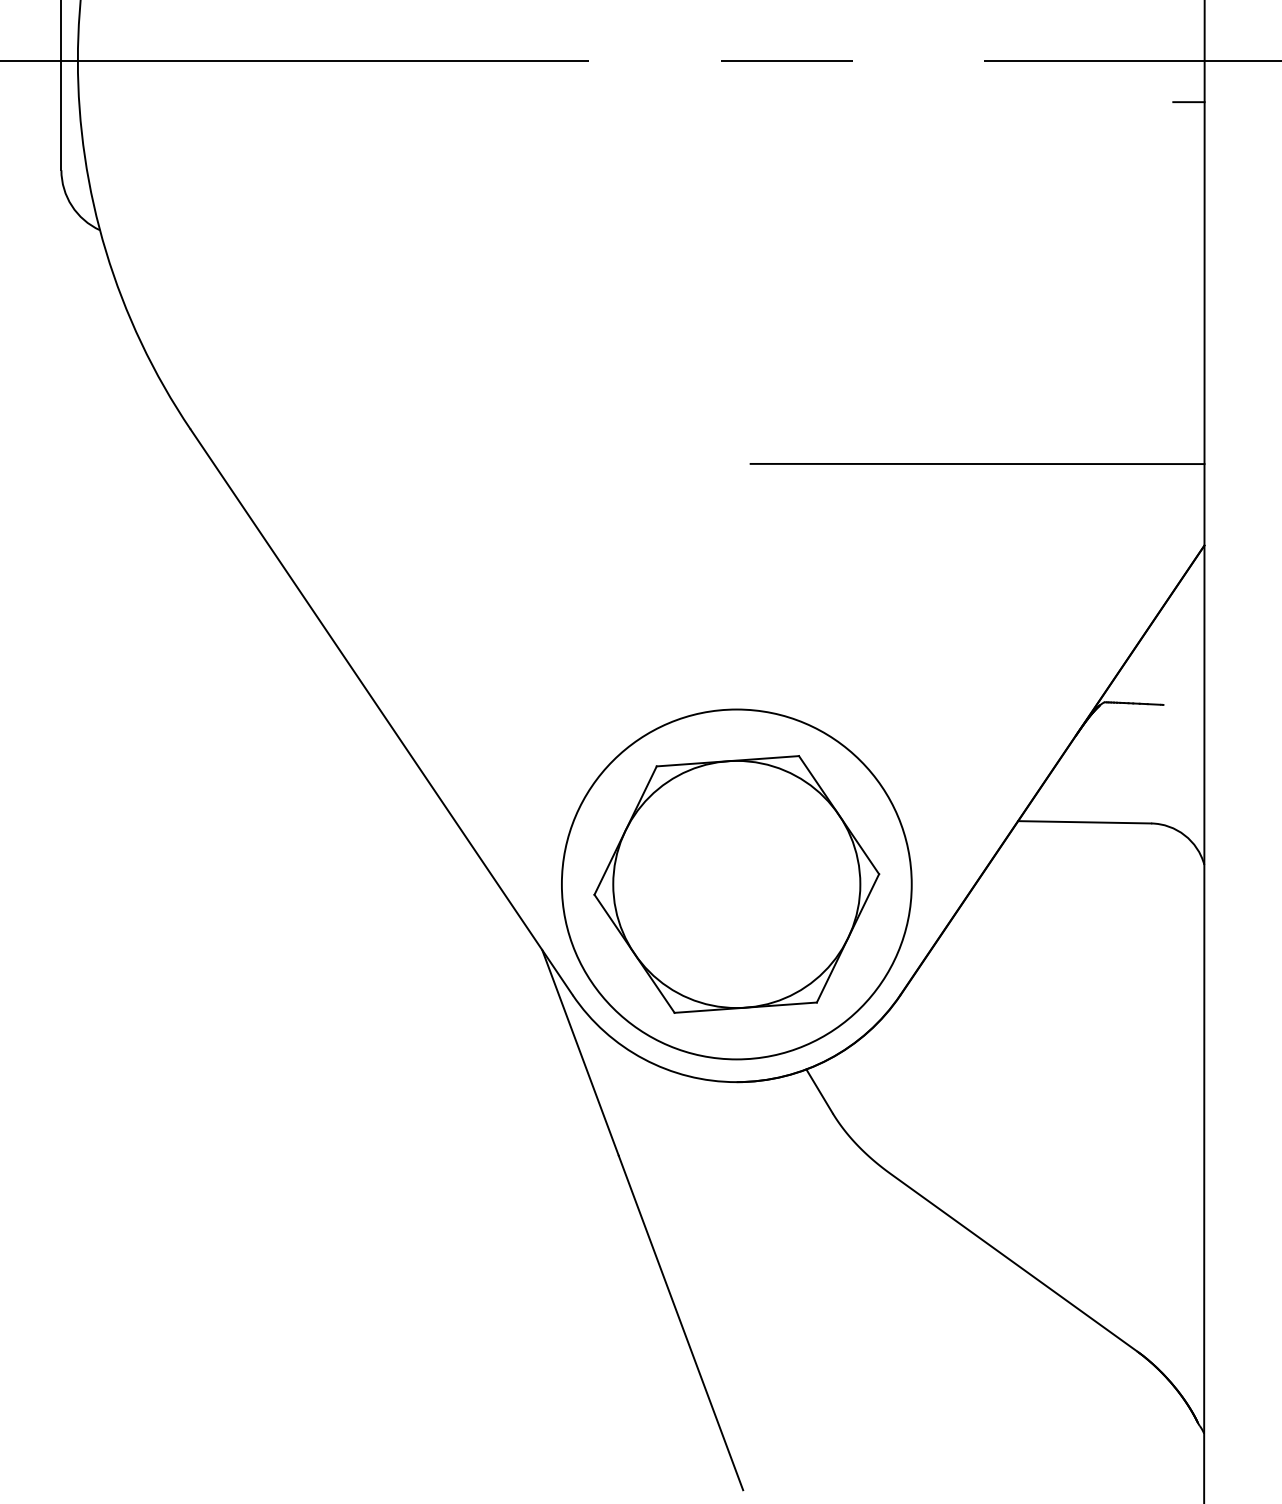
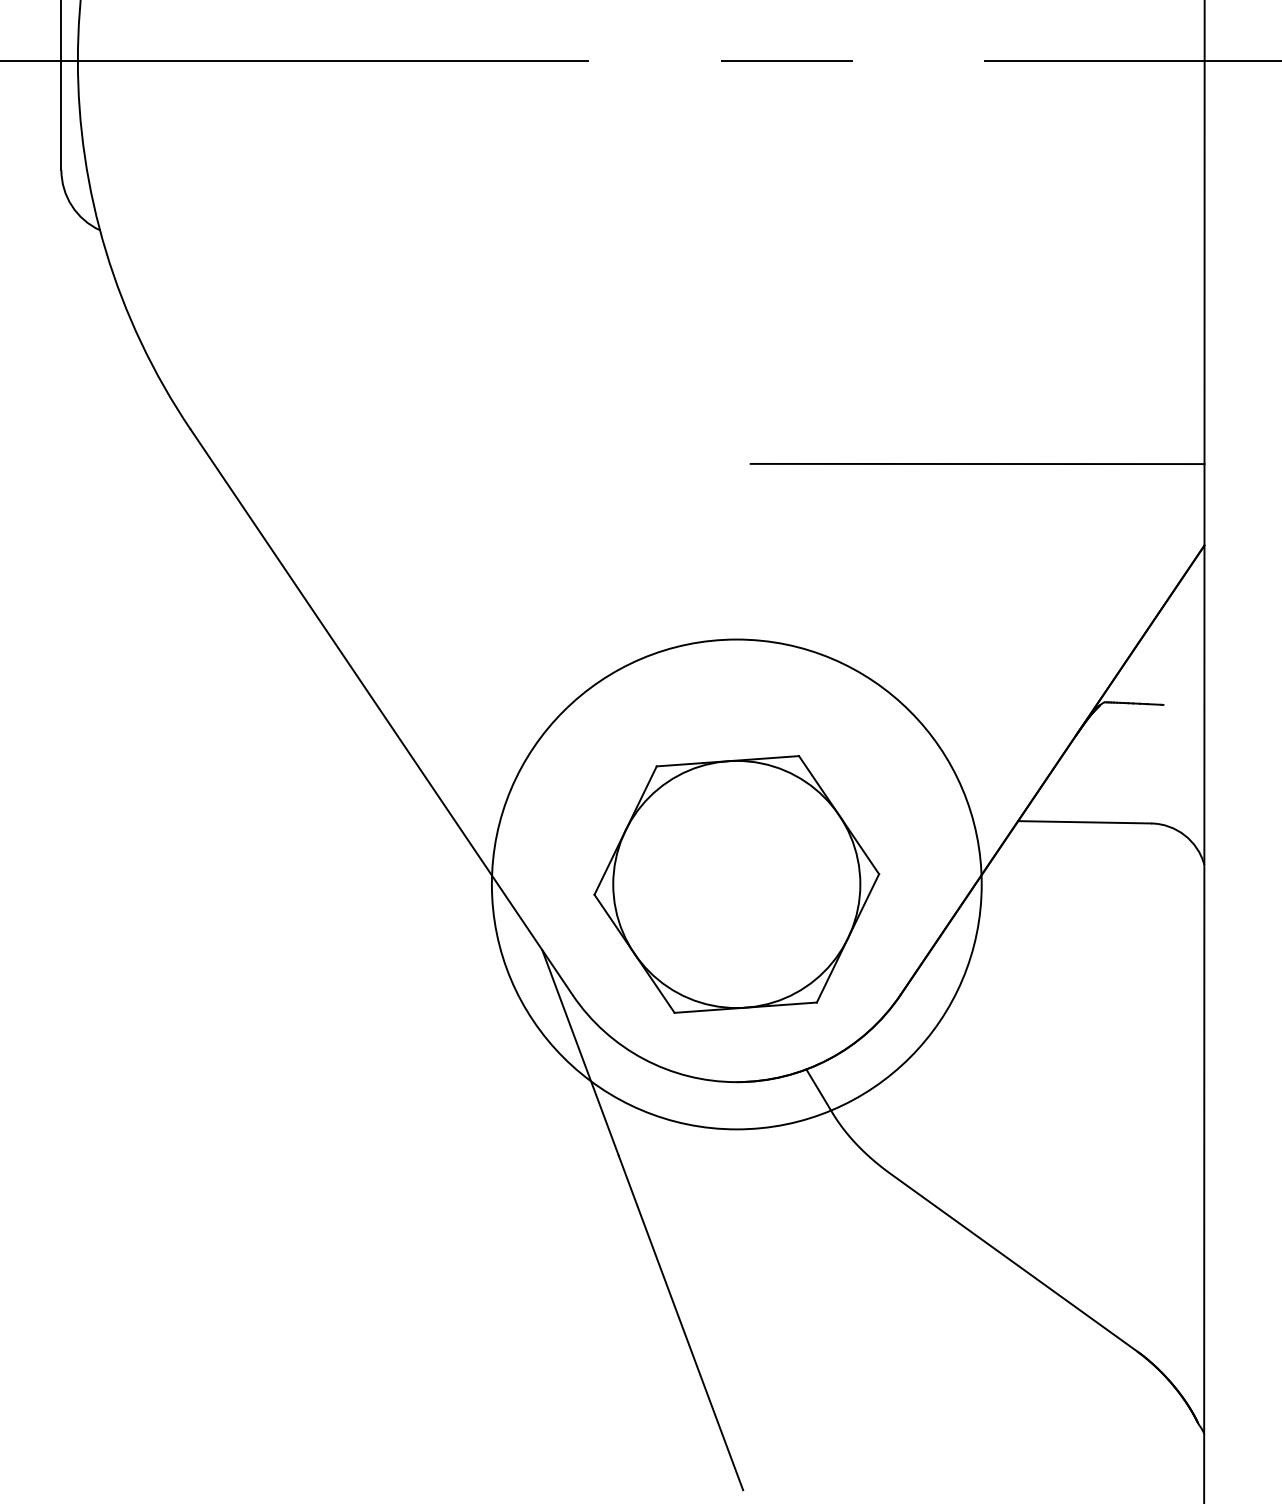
line at (1188, 102): present -> none
circle at (736, 884) diameter: 350 px -> 490 px
